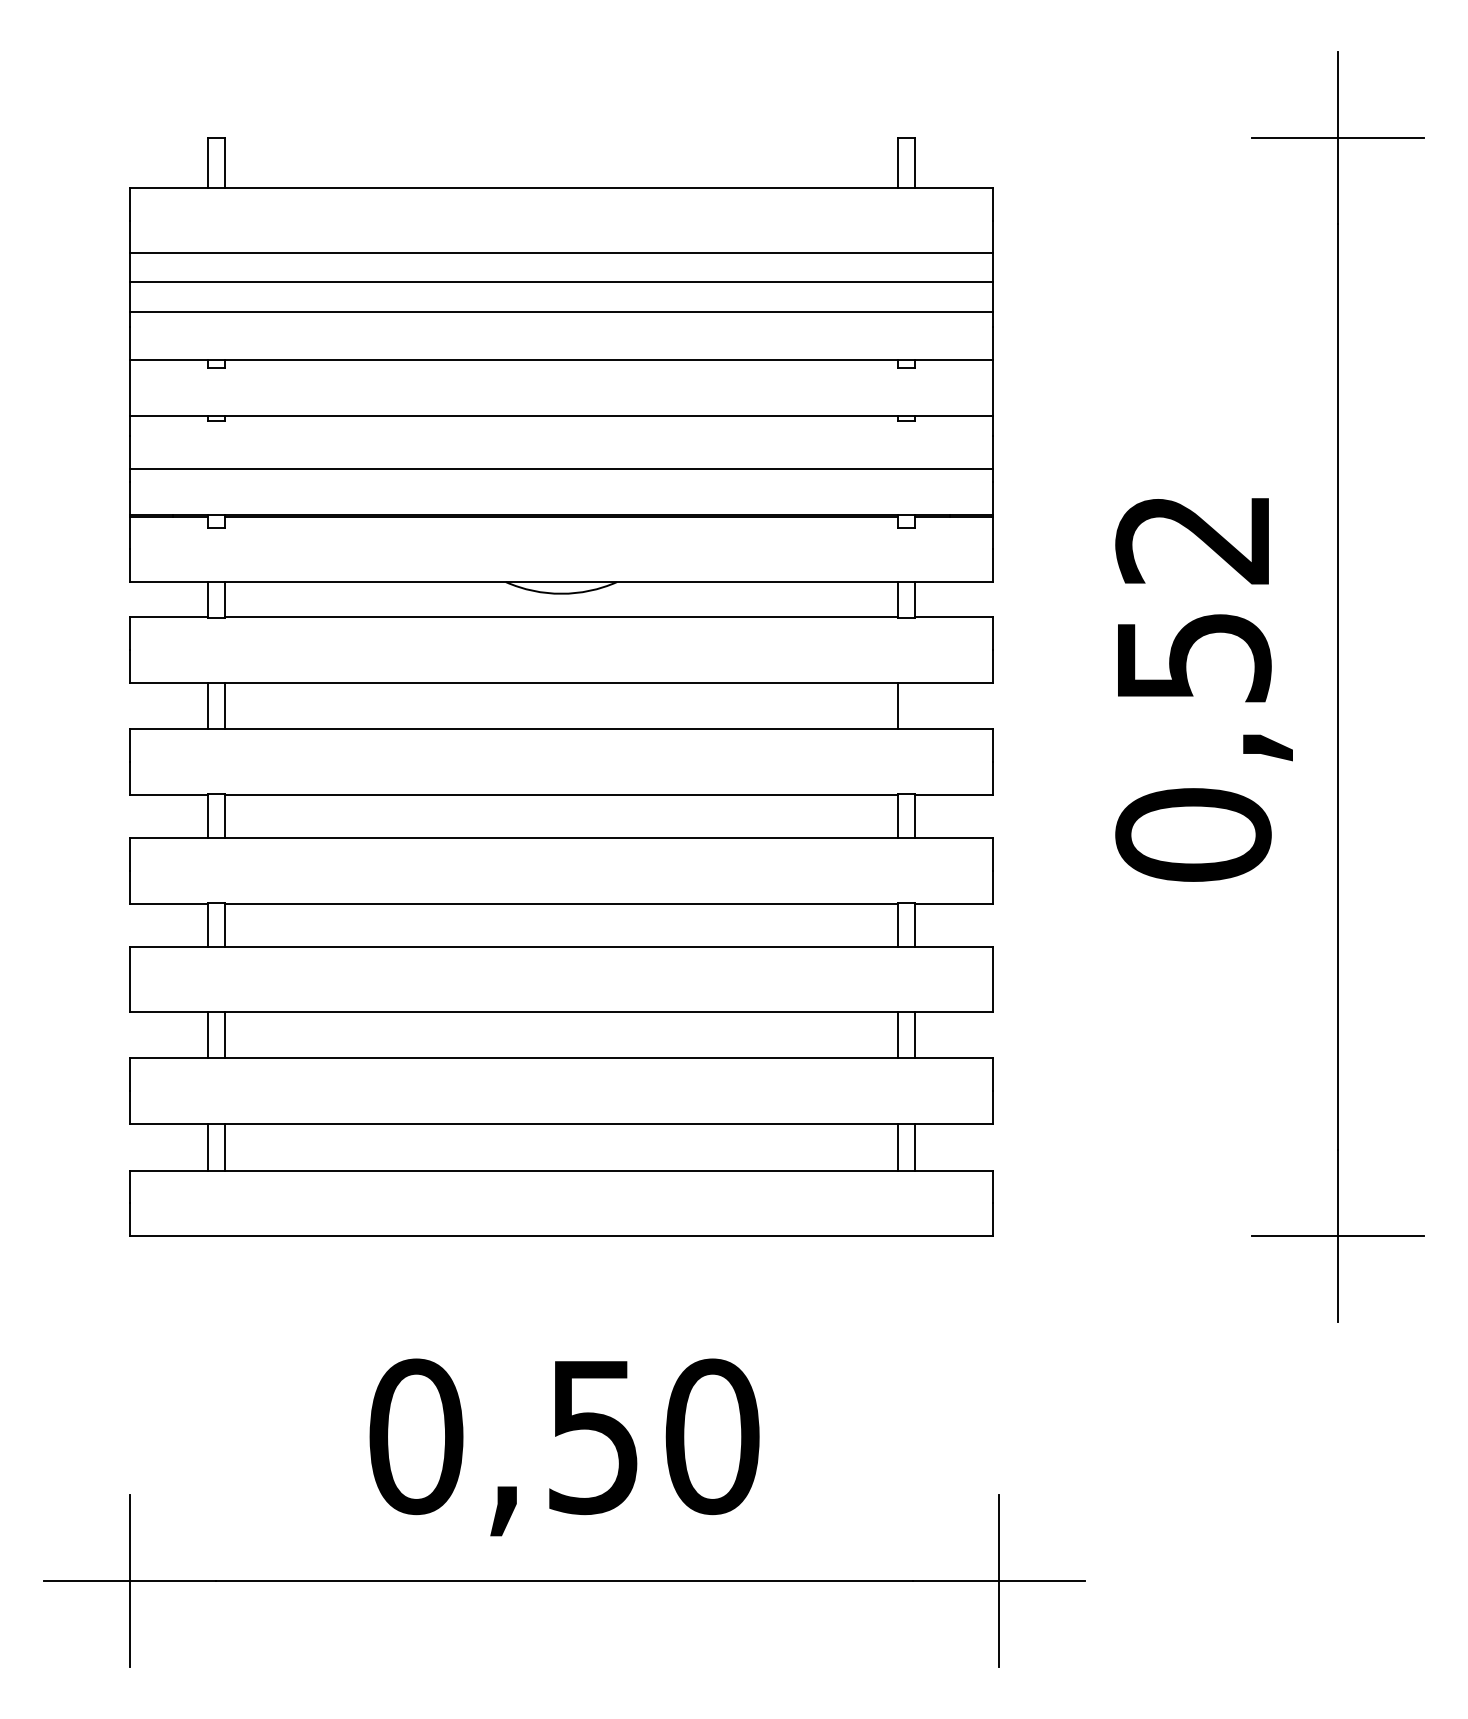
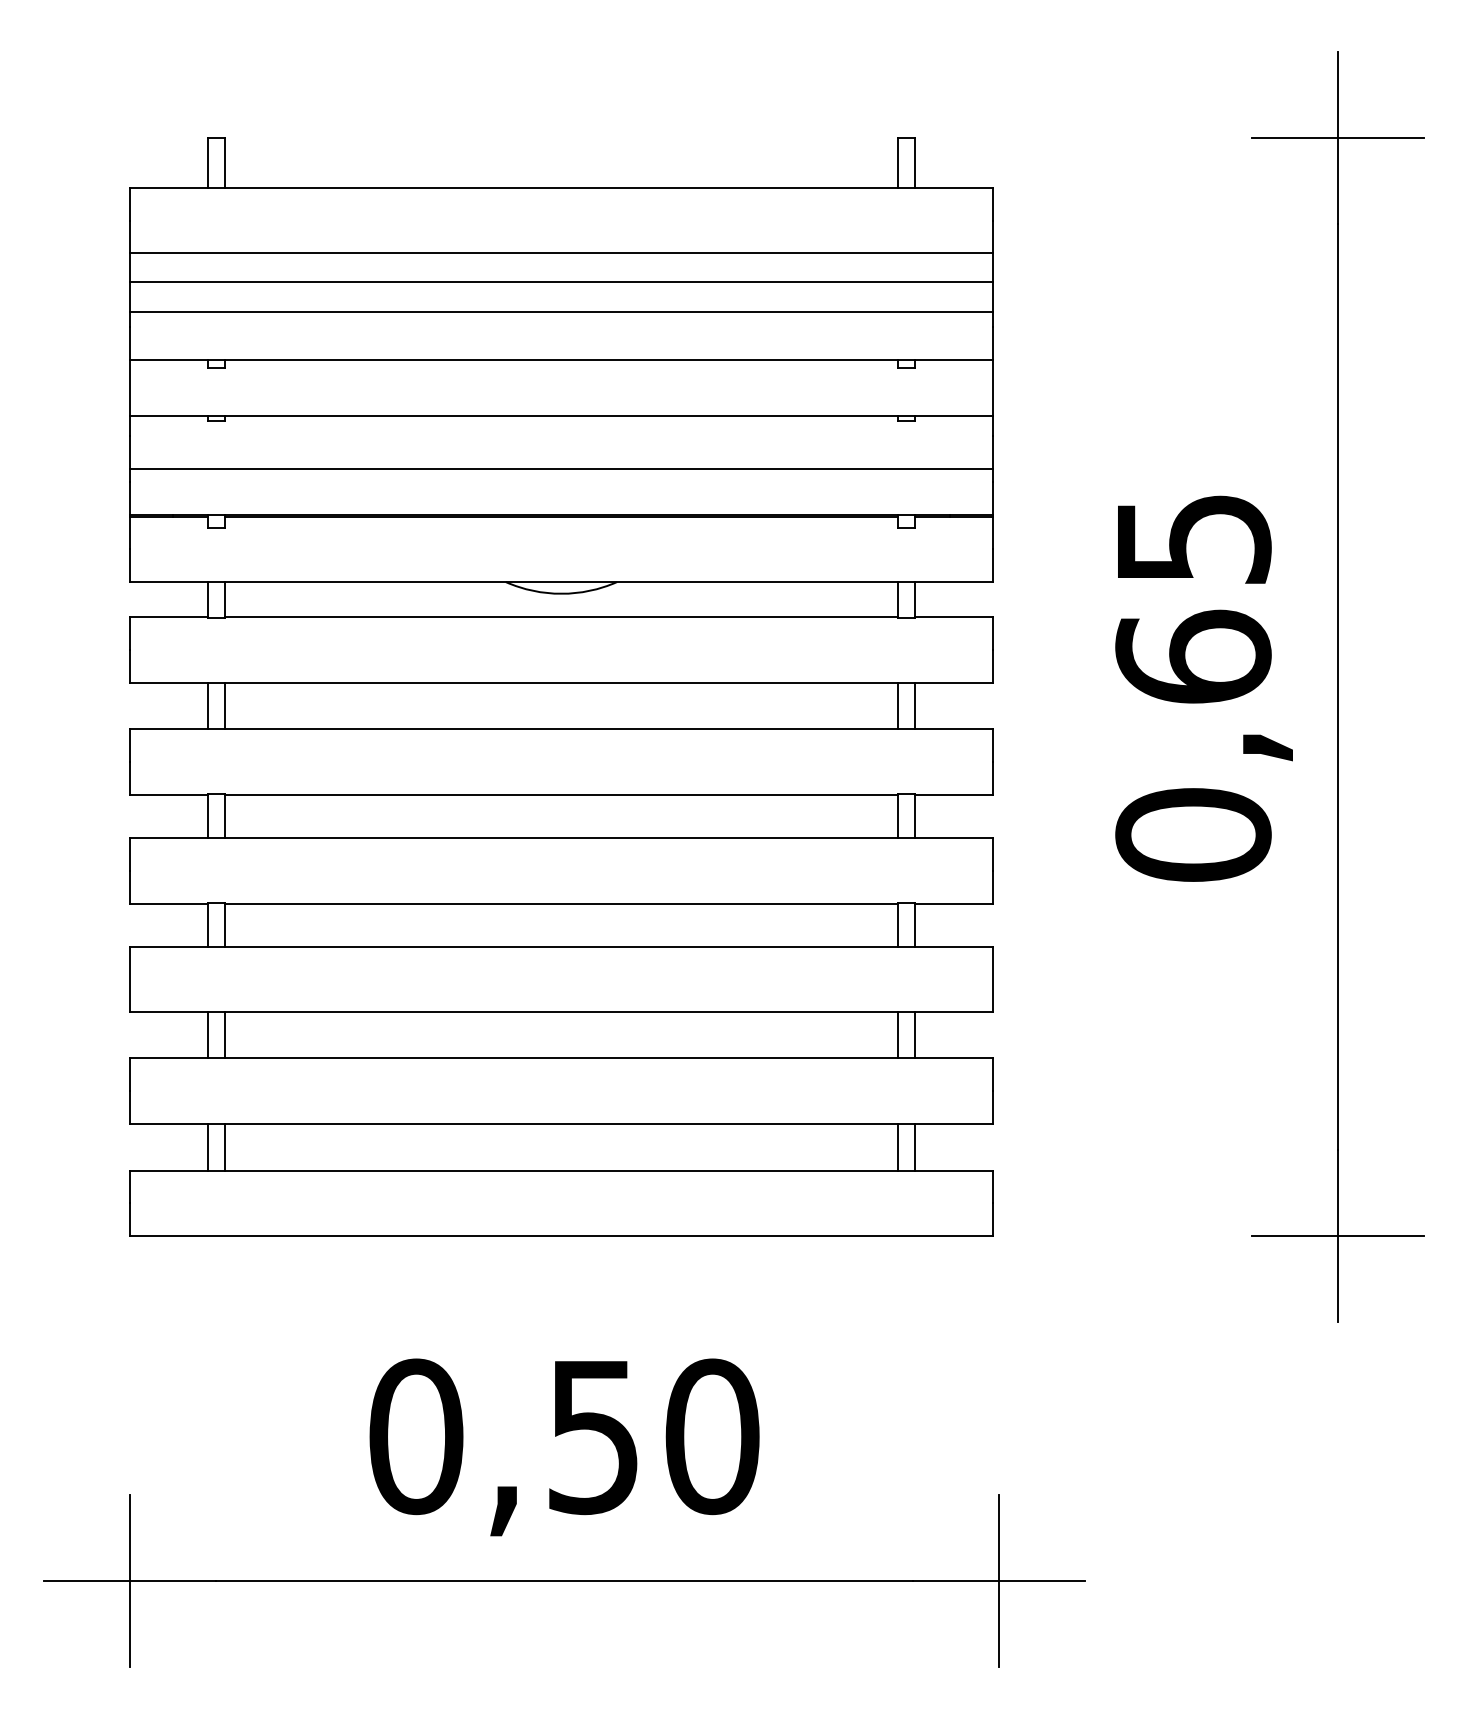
text at (1193, 599): 0,52 -> 0,65
line at (915, 705): none -> present
